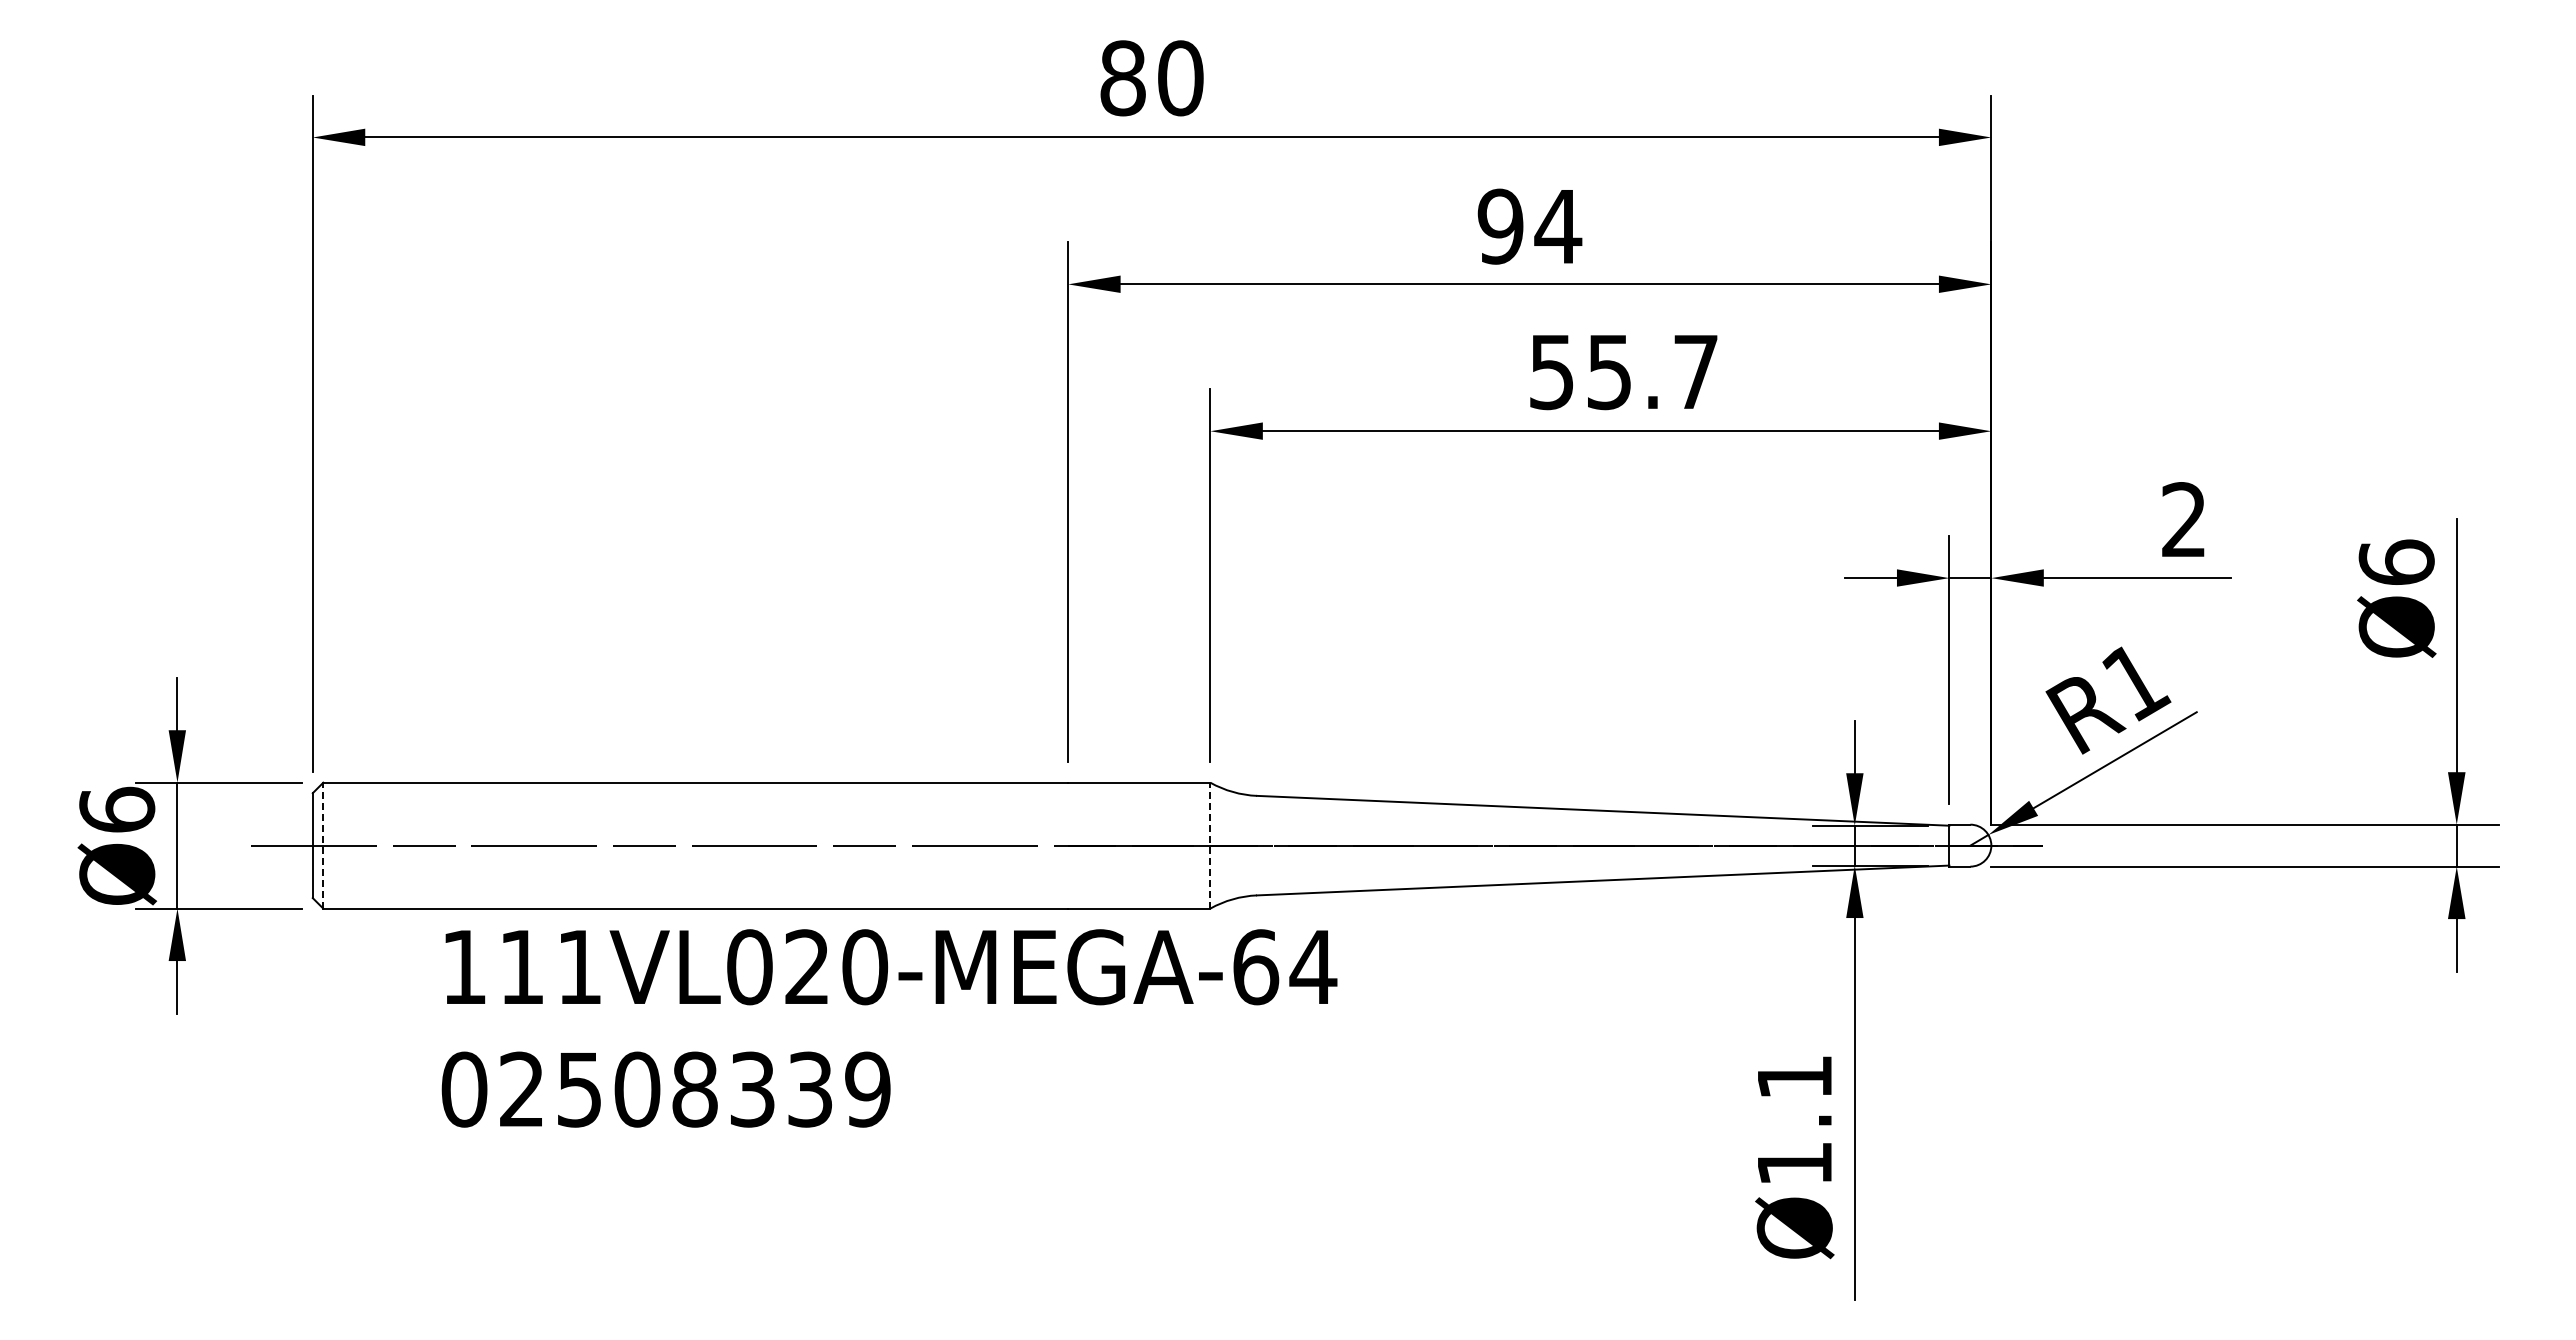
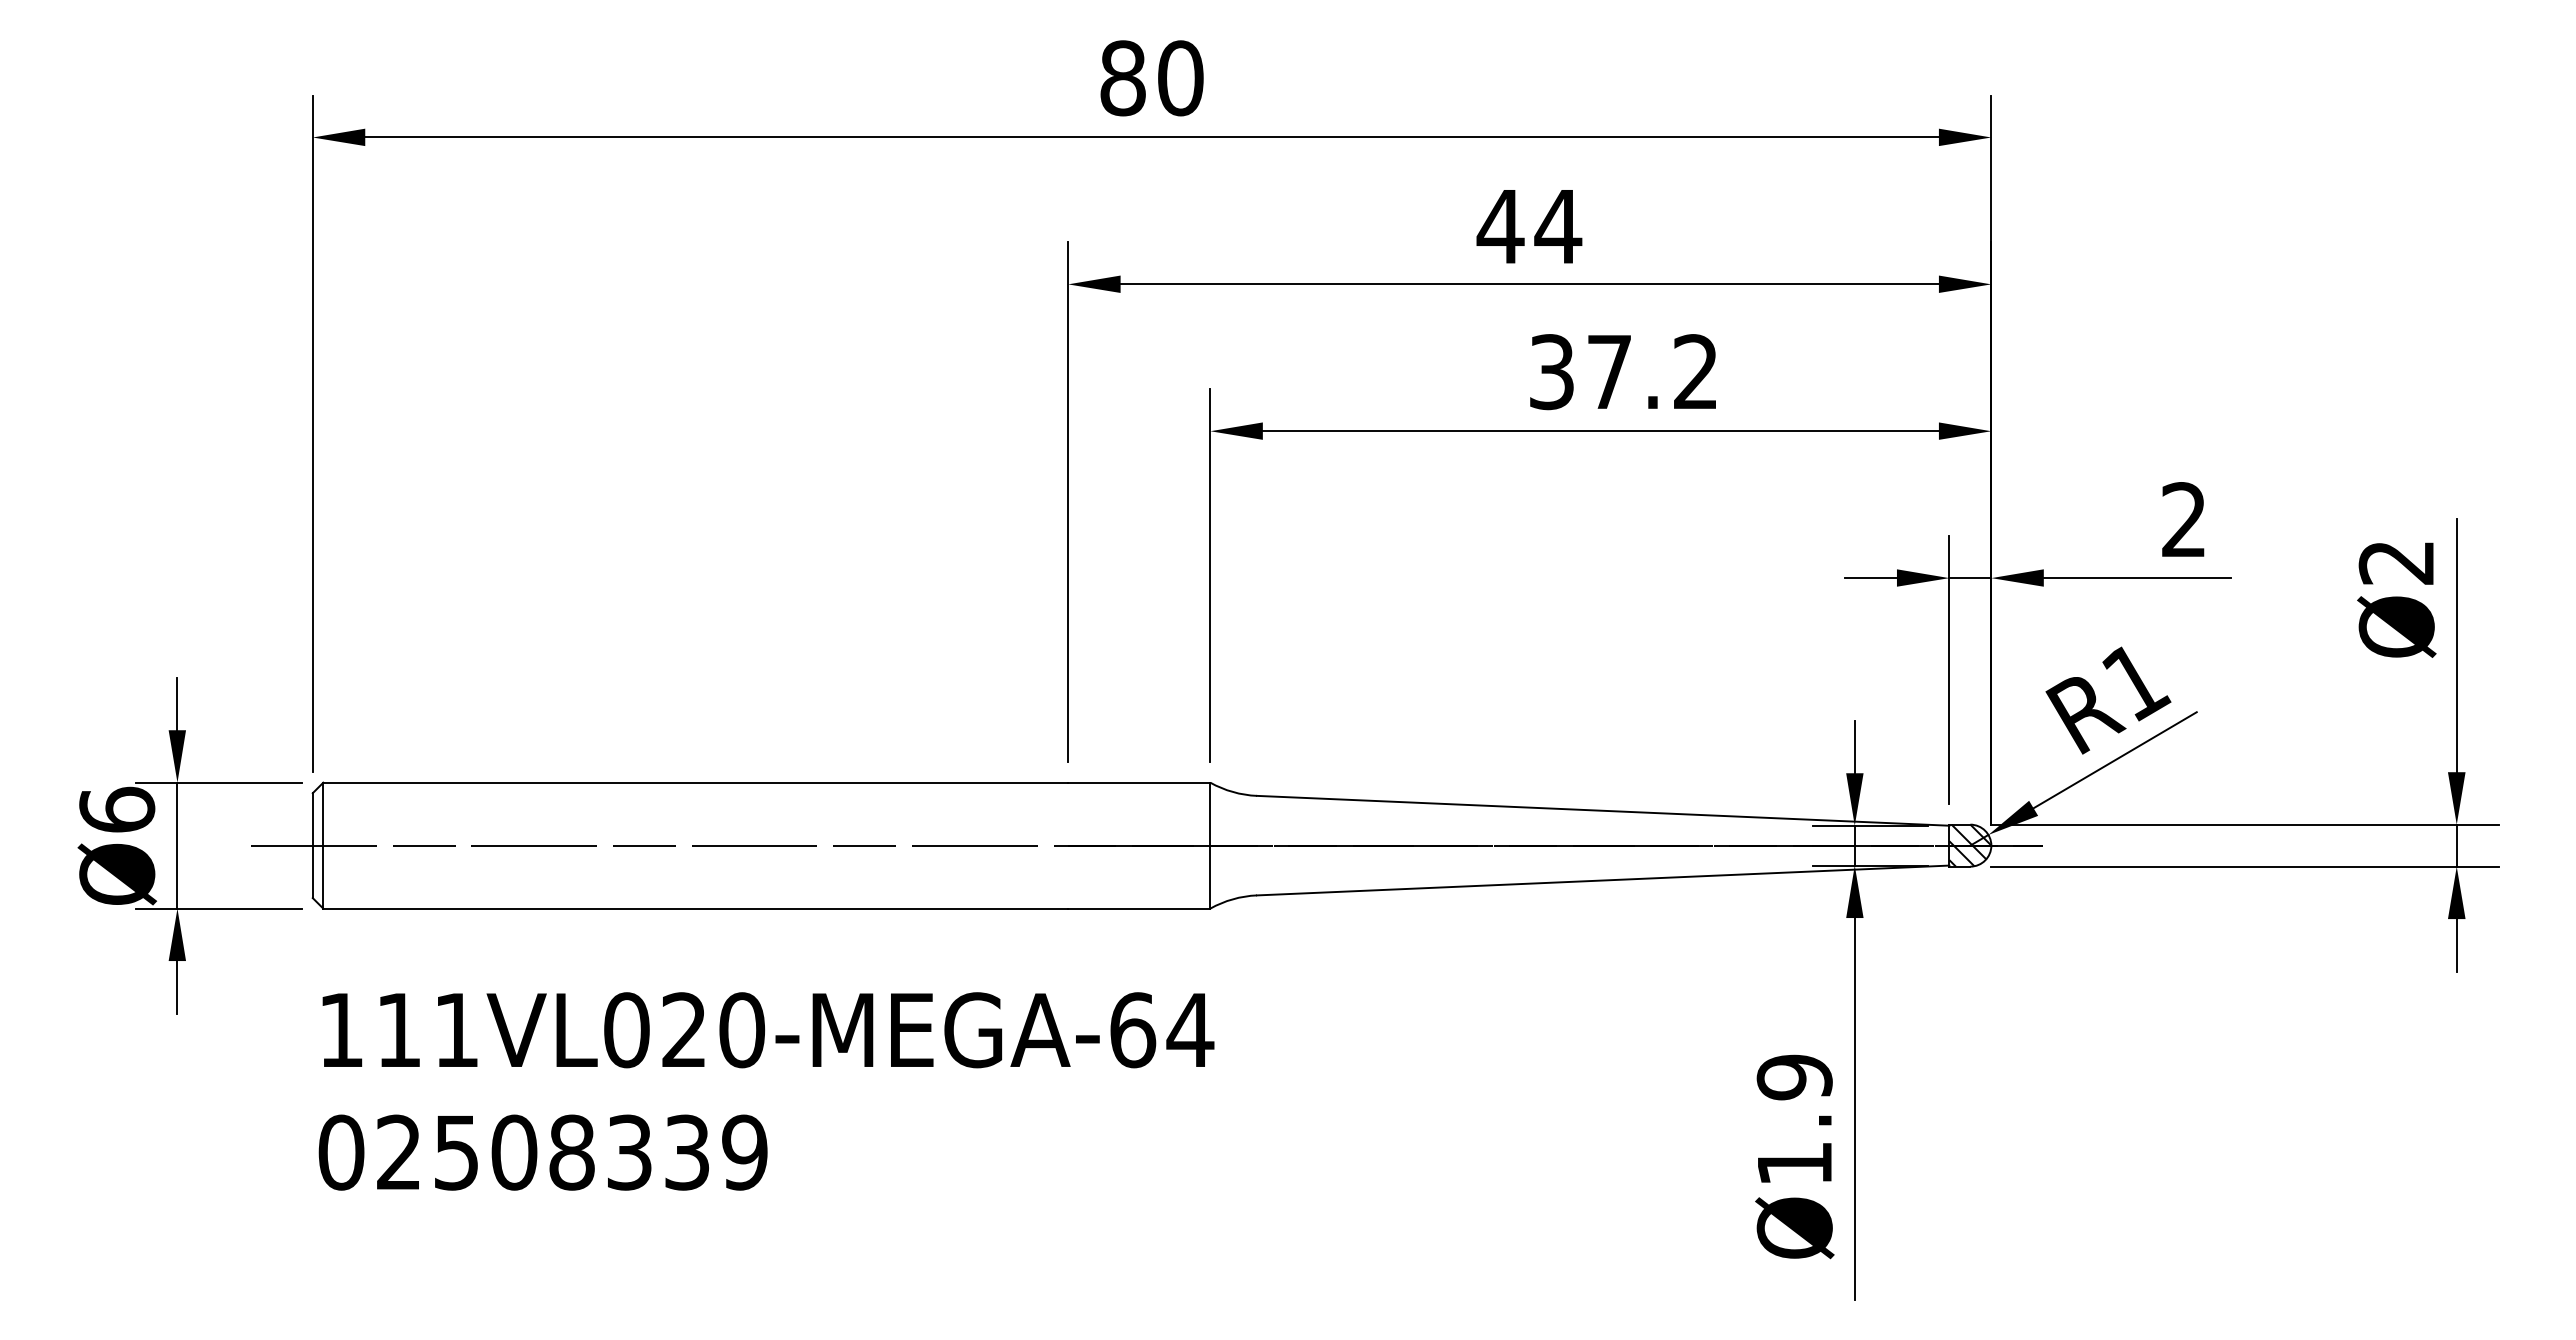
text at (1500, 226): 94 -> 44
text at (1623, 372): 55.7 -> 37.2
text at (2396, 561): Ø6 -> Ø2
line at (323, 845): dashed -> solid
line at (1210, 845): dashed -> solid
hatch at (1970, 845): none -> present
text at (889, 1028) position: (889, 1028) -> (766, 1091)
text at (1794, 1077): Ø1.1 -> Ø1.9
